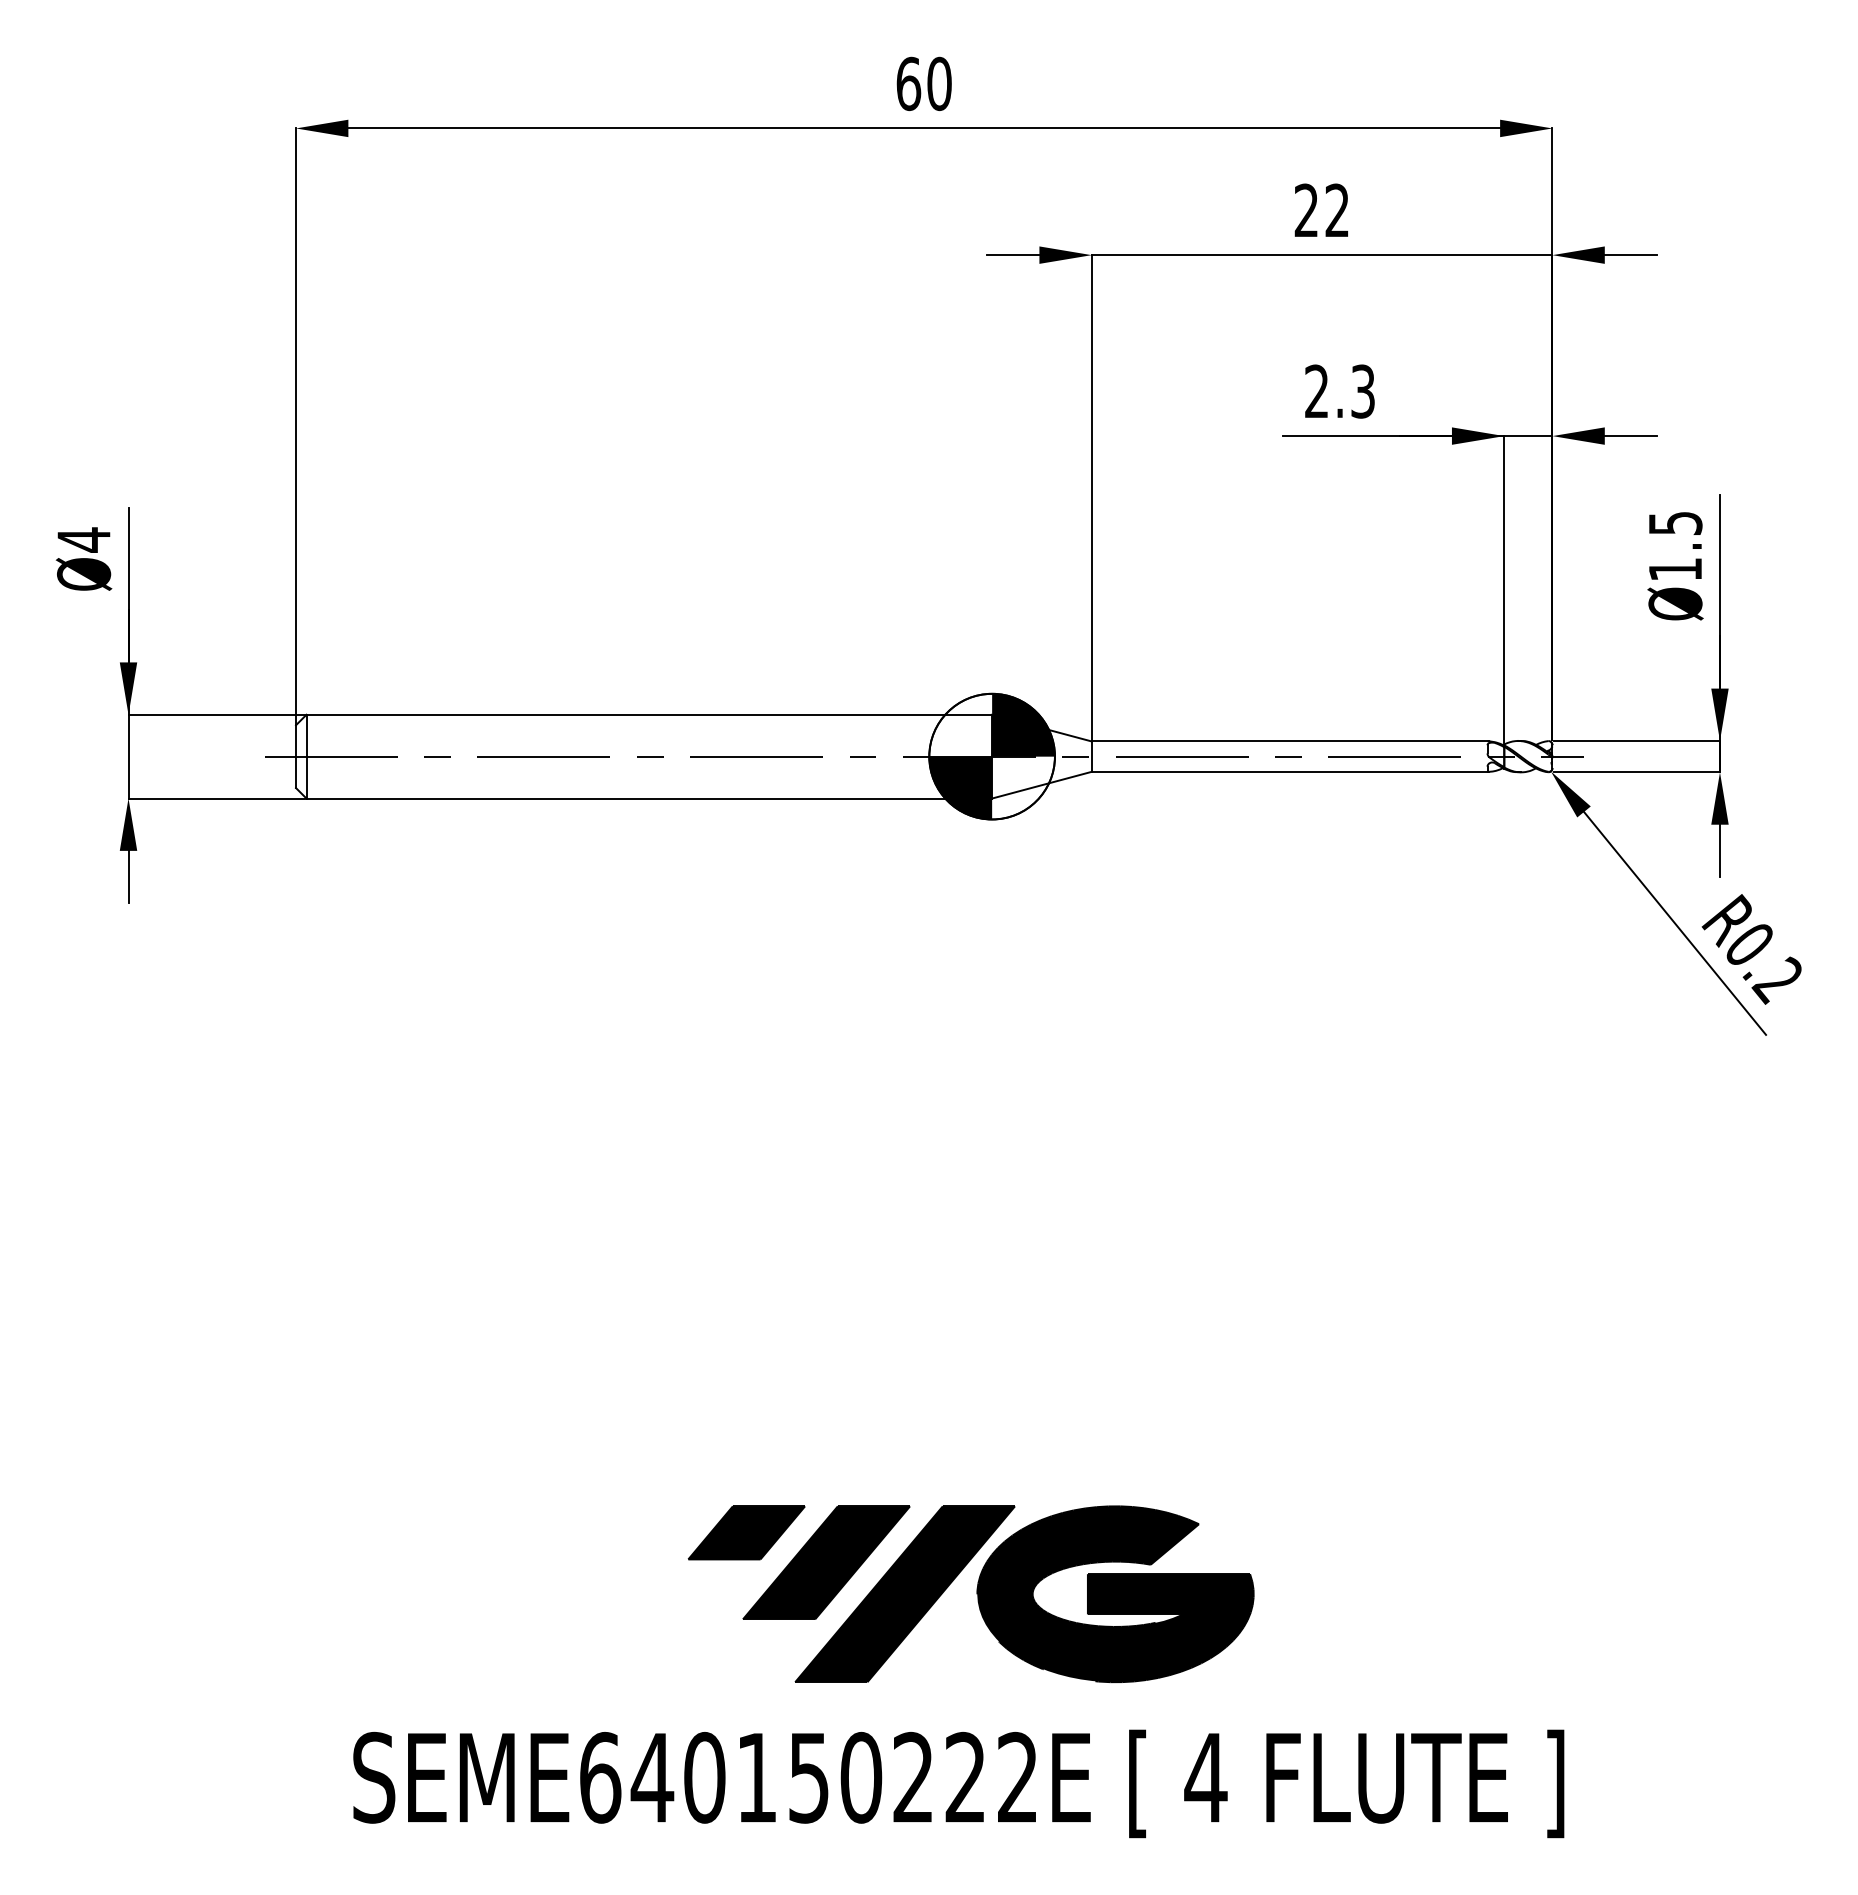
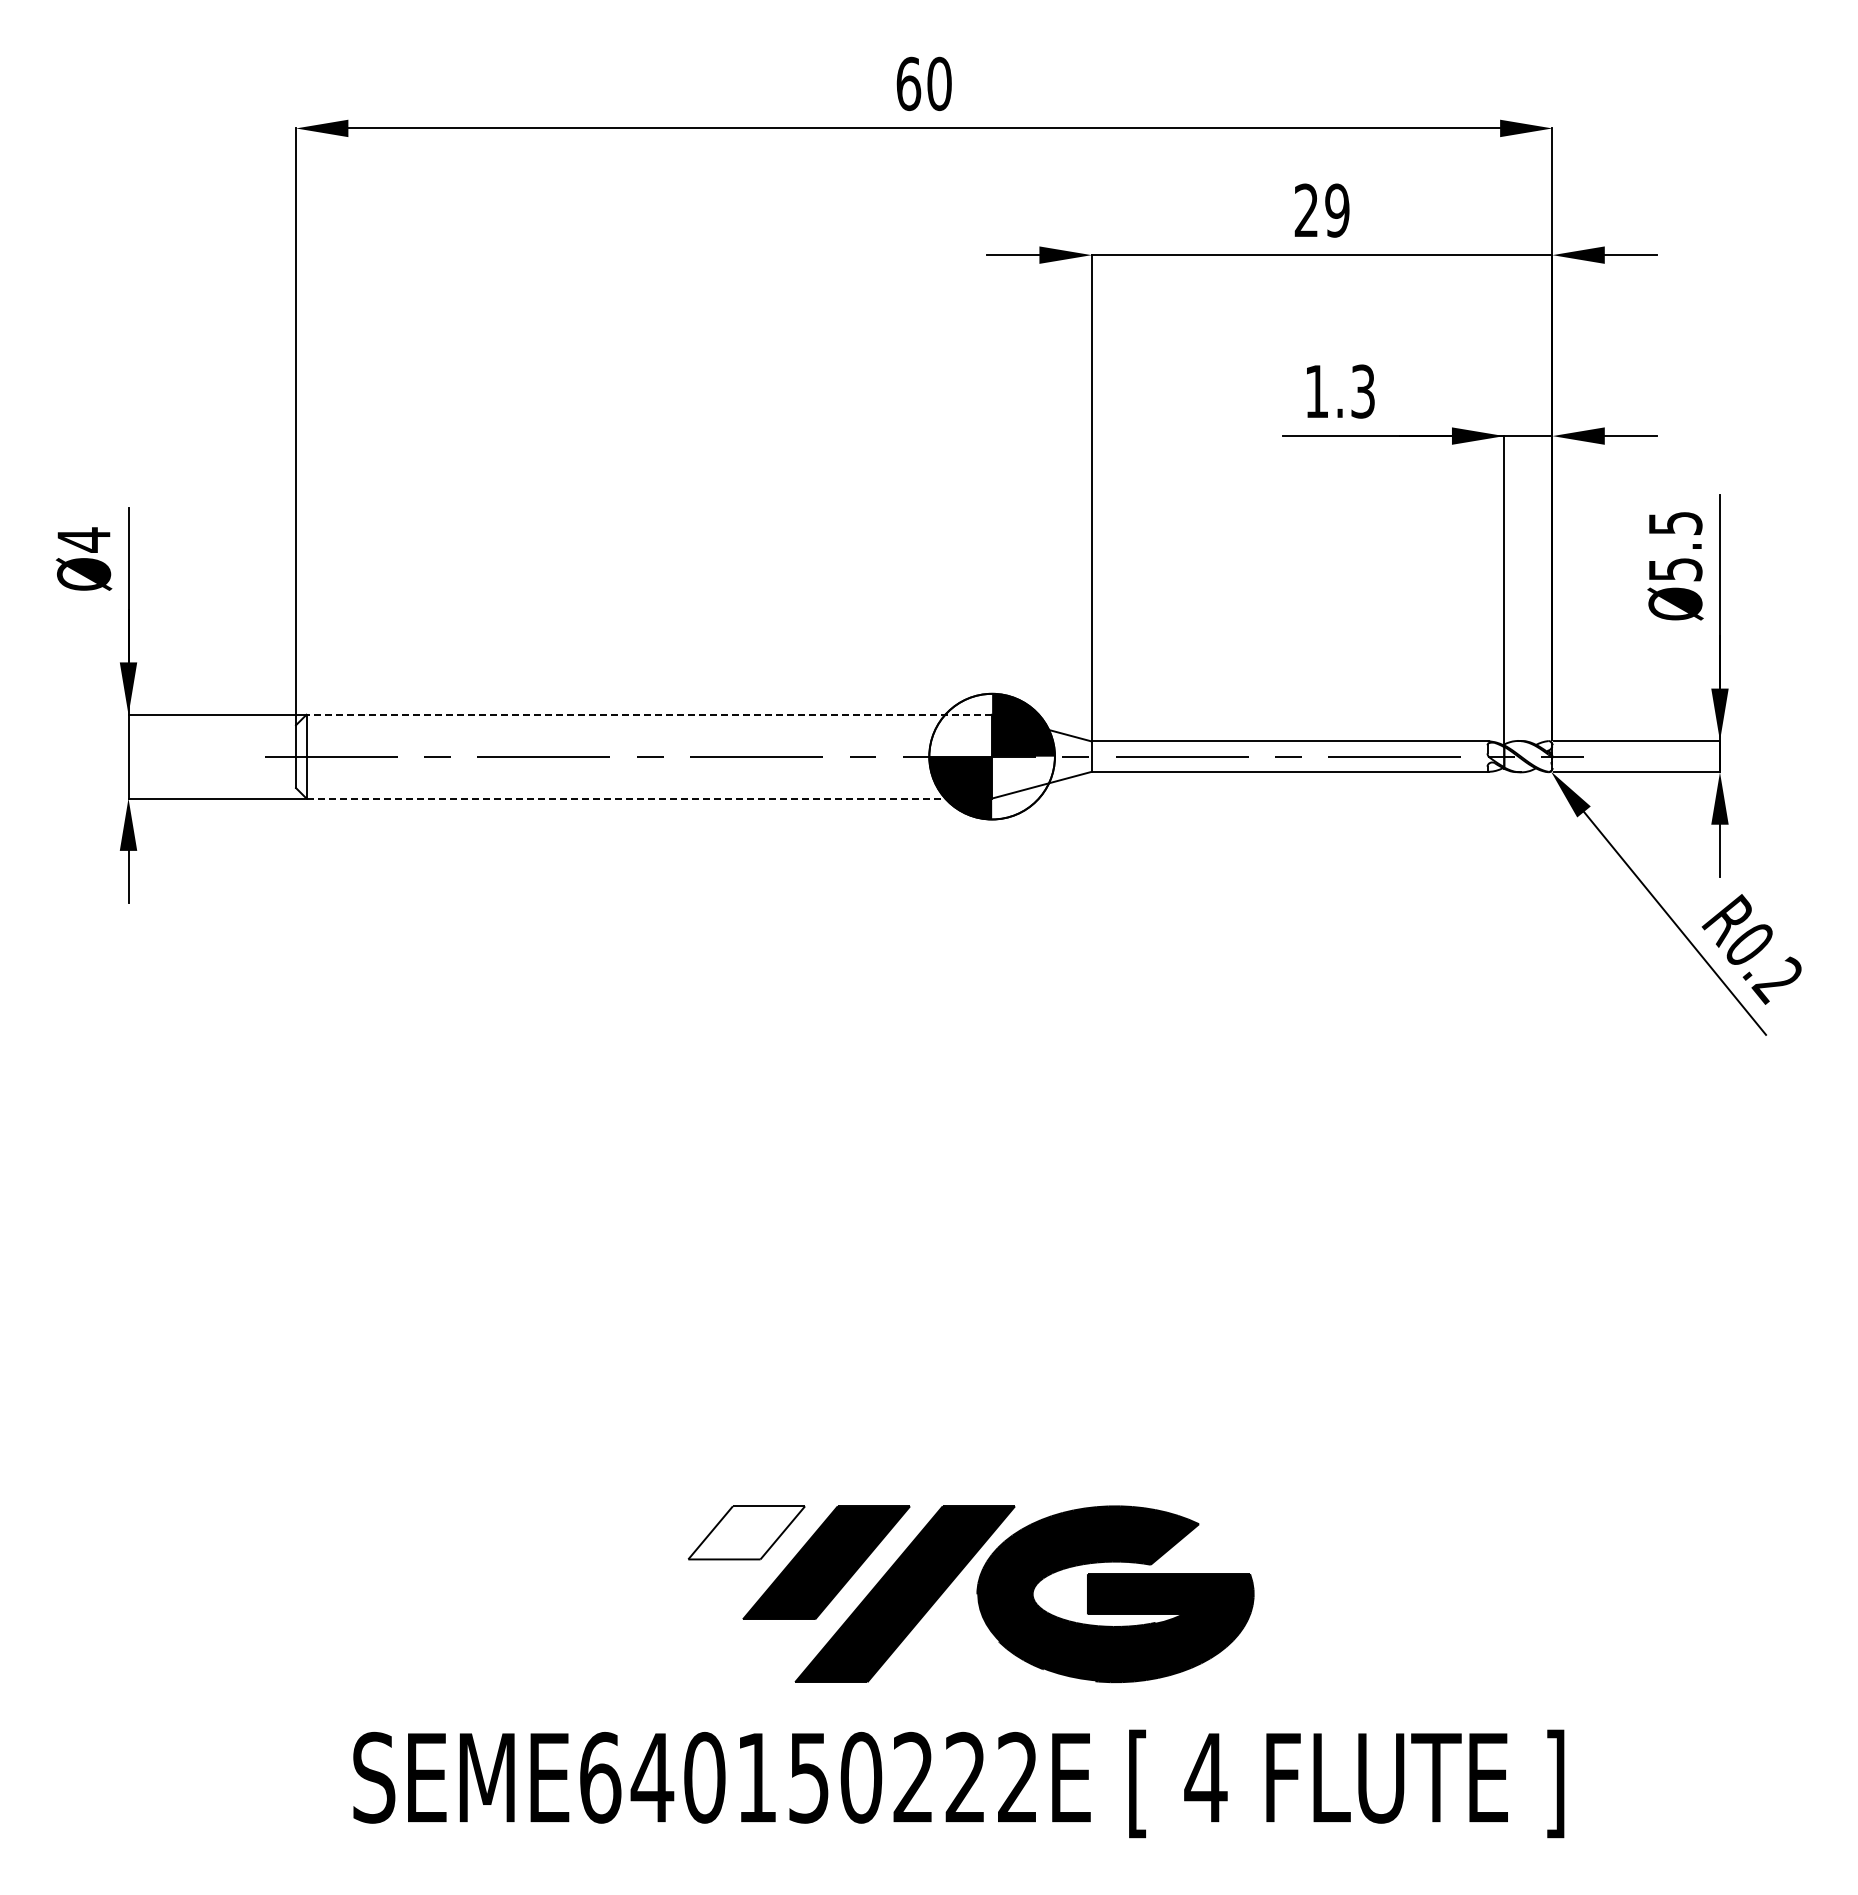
text at (1337, 210): 22 -> 29
text at (1316, 390): 2.3 -> 1.3
text at (1675, 569): Ø1.5 -> Ø5.5
line at (649, 714): solid -> dashed
line at (649, 798): solid -> dashed
fill at (746, 1532): present -> none
